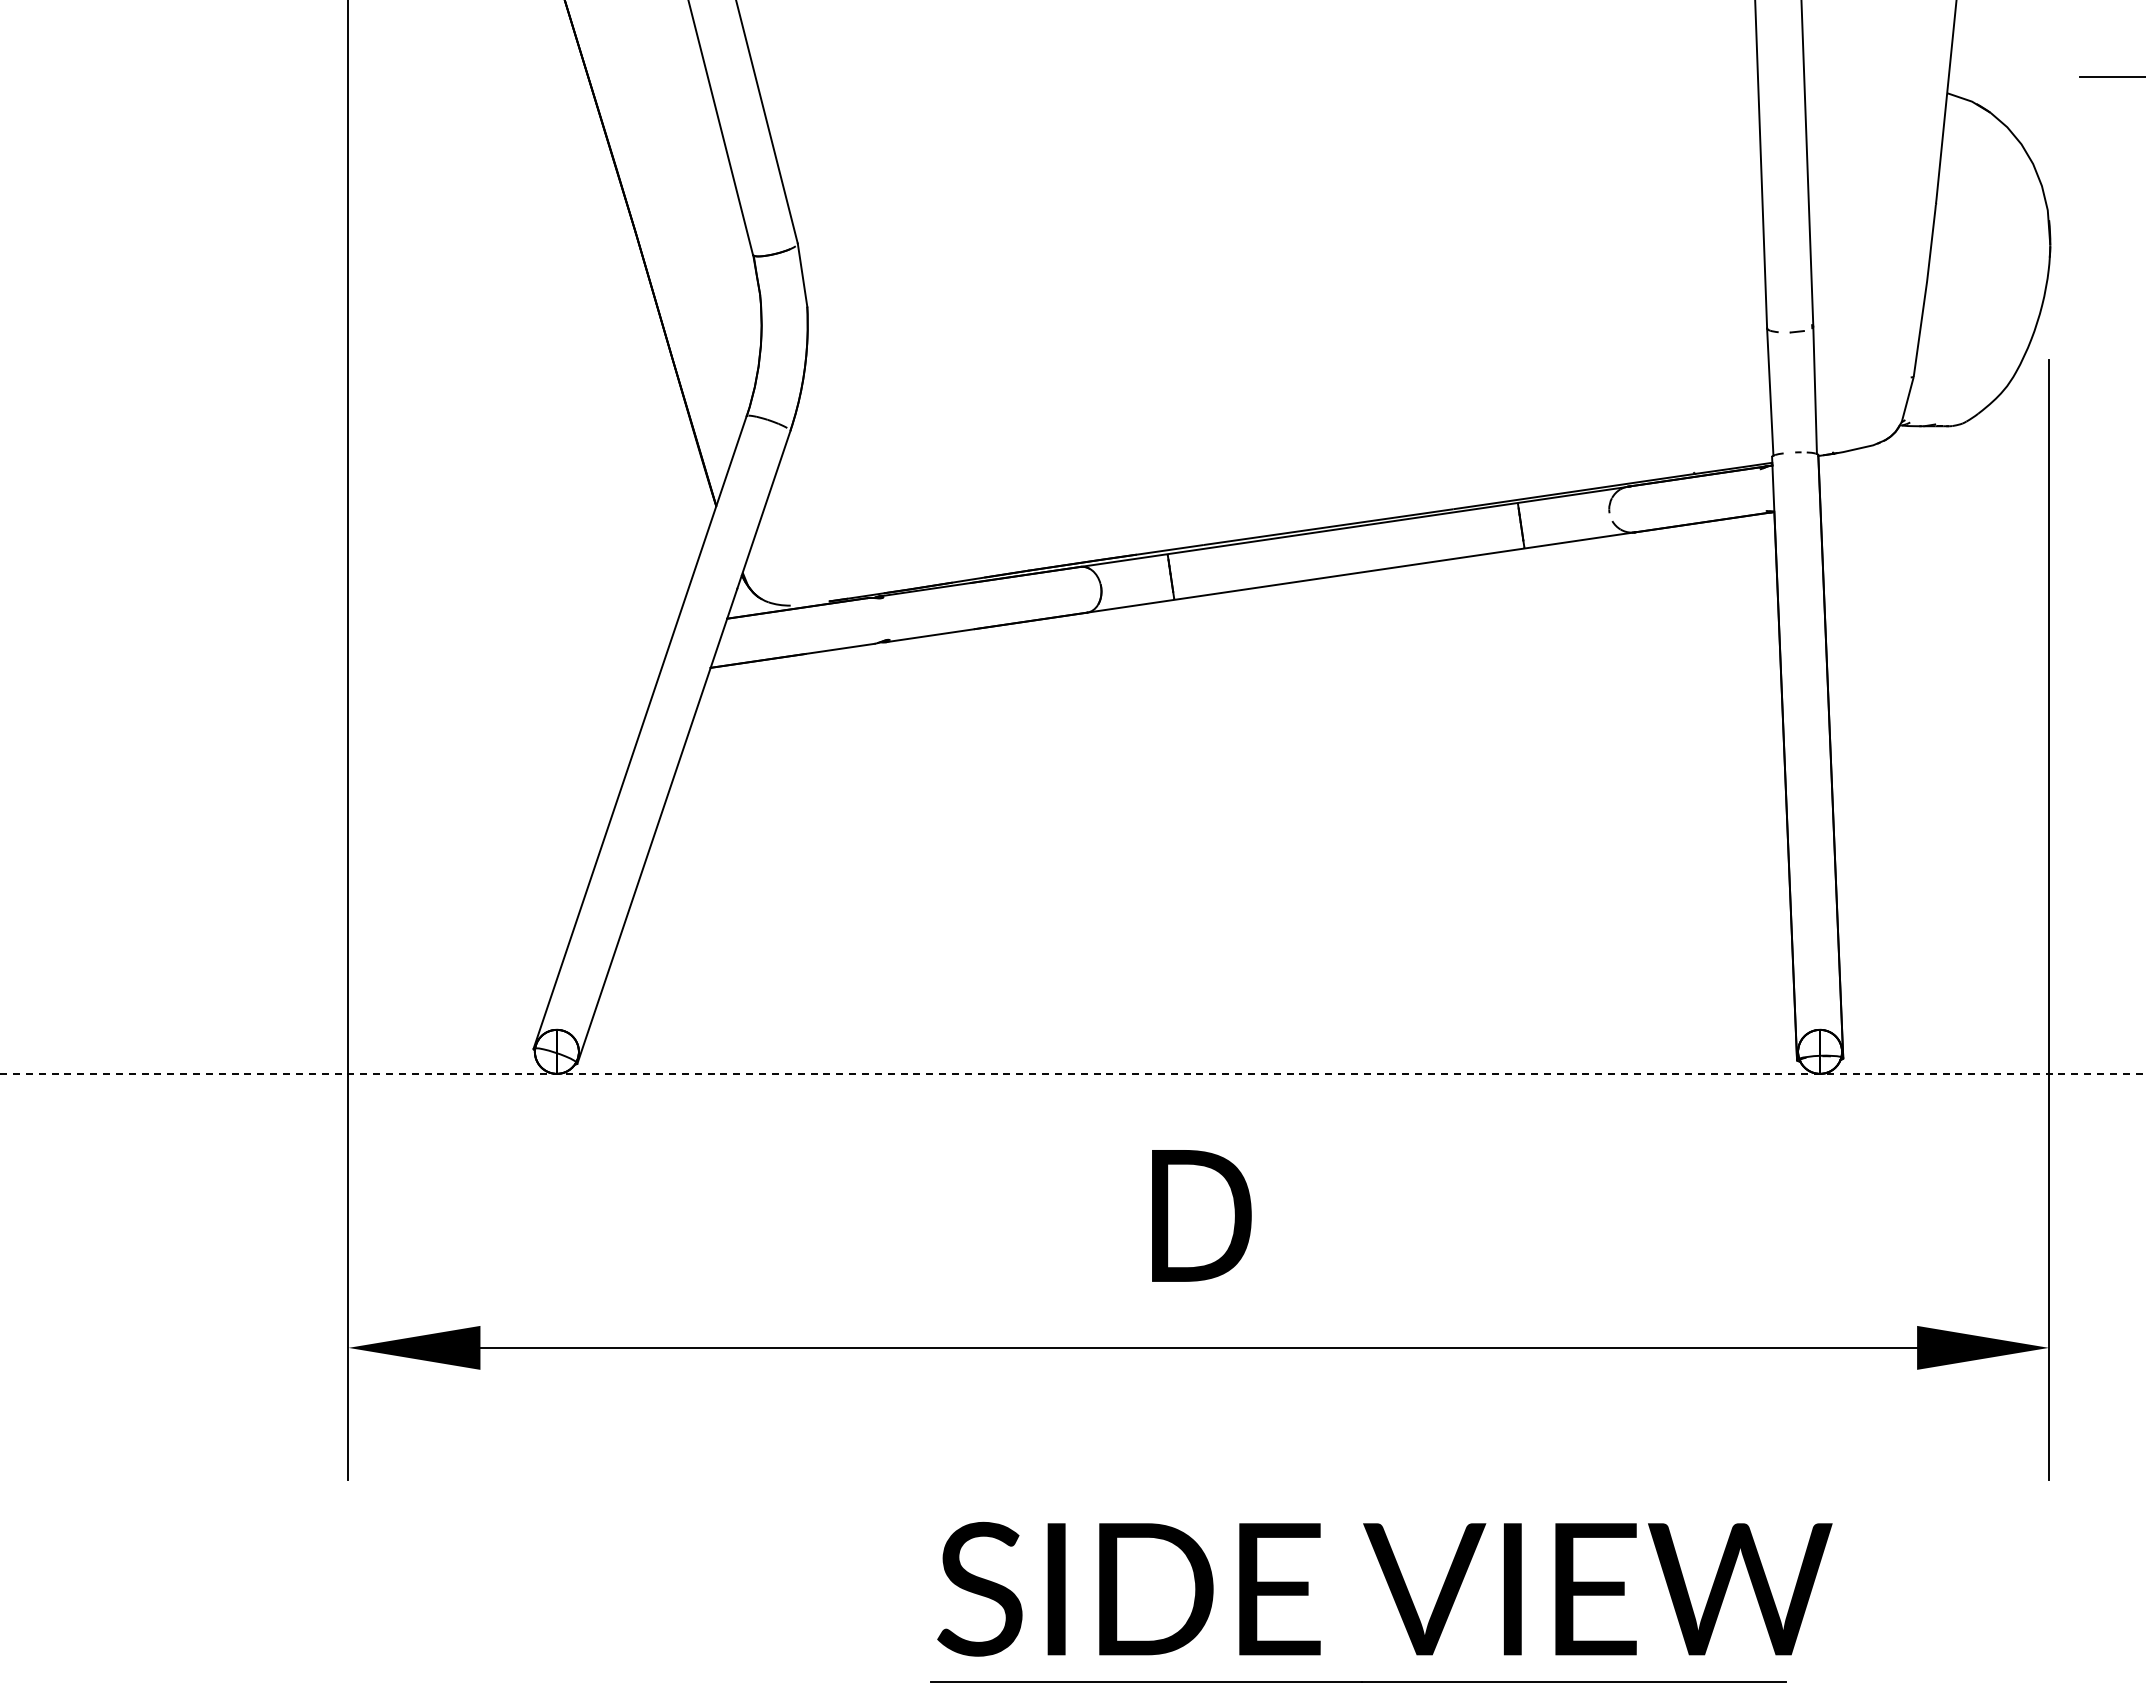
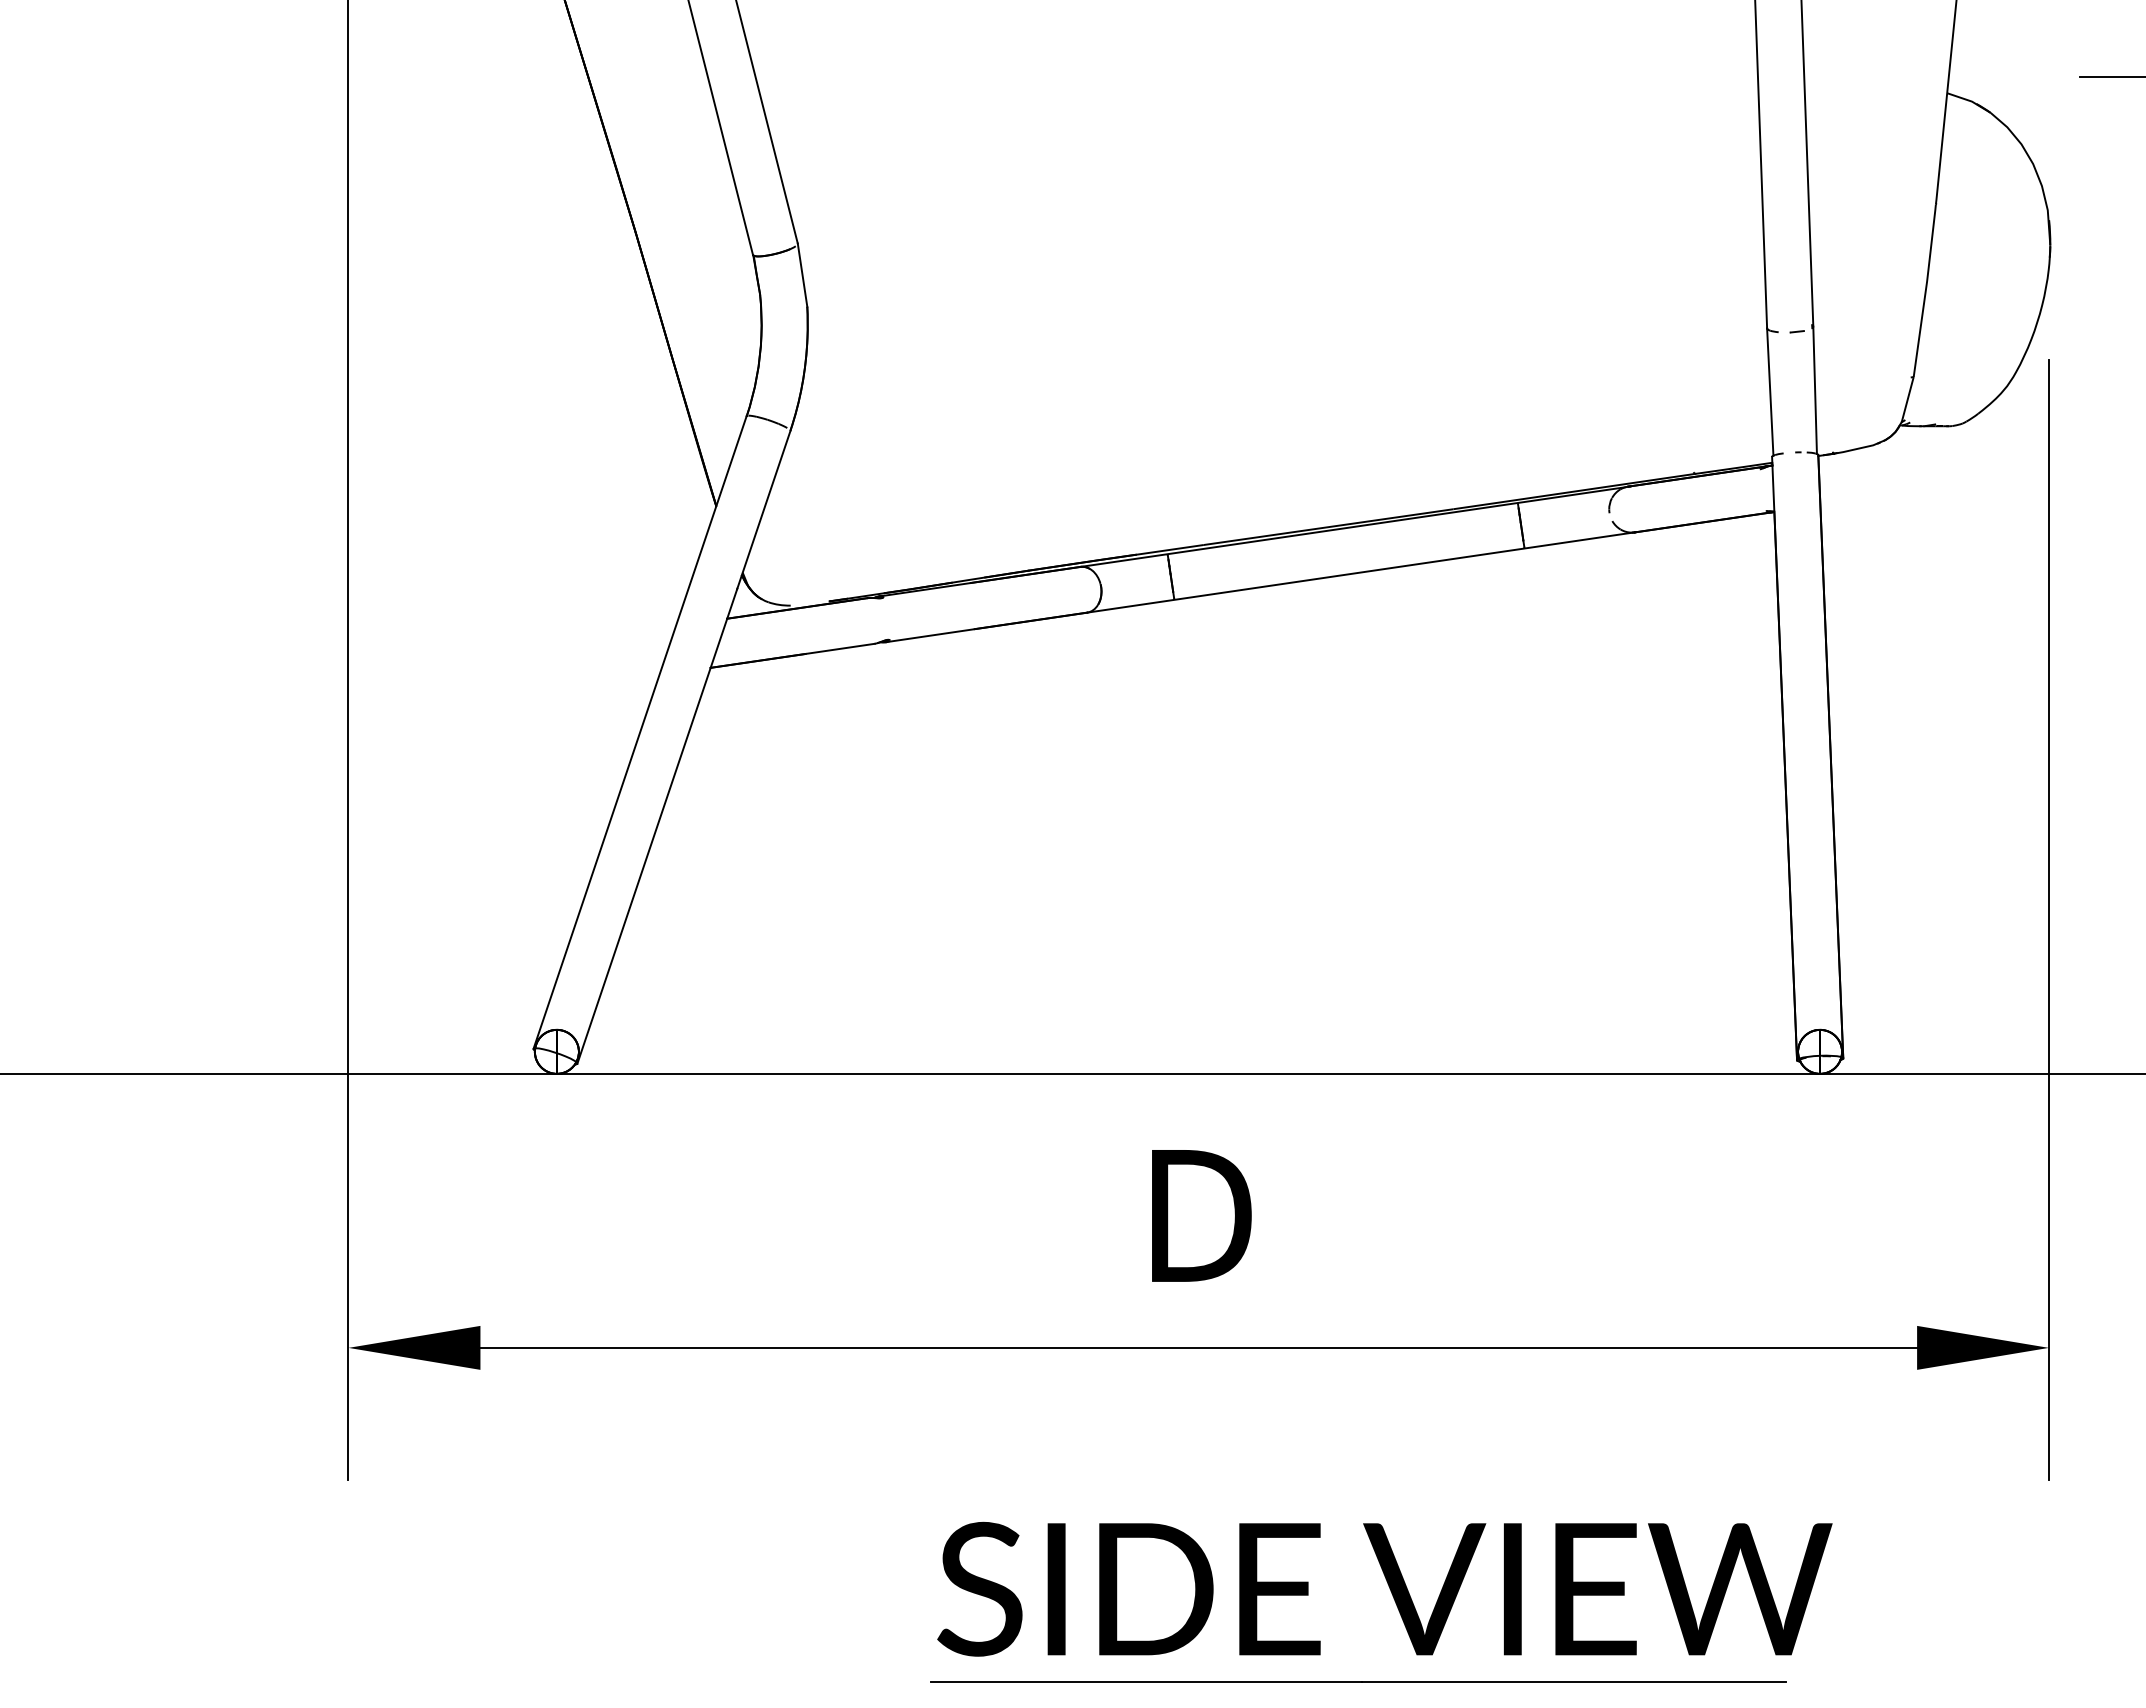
line at (1072, 1073): dashed -> solid
